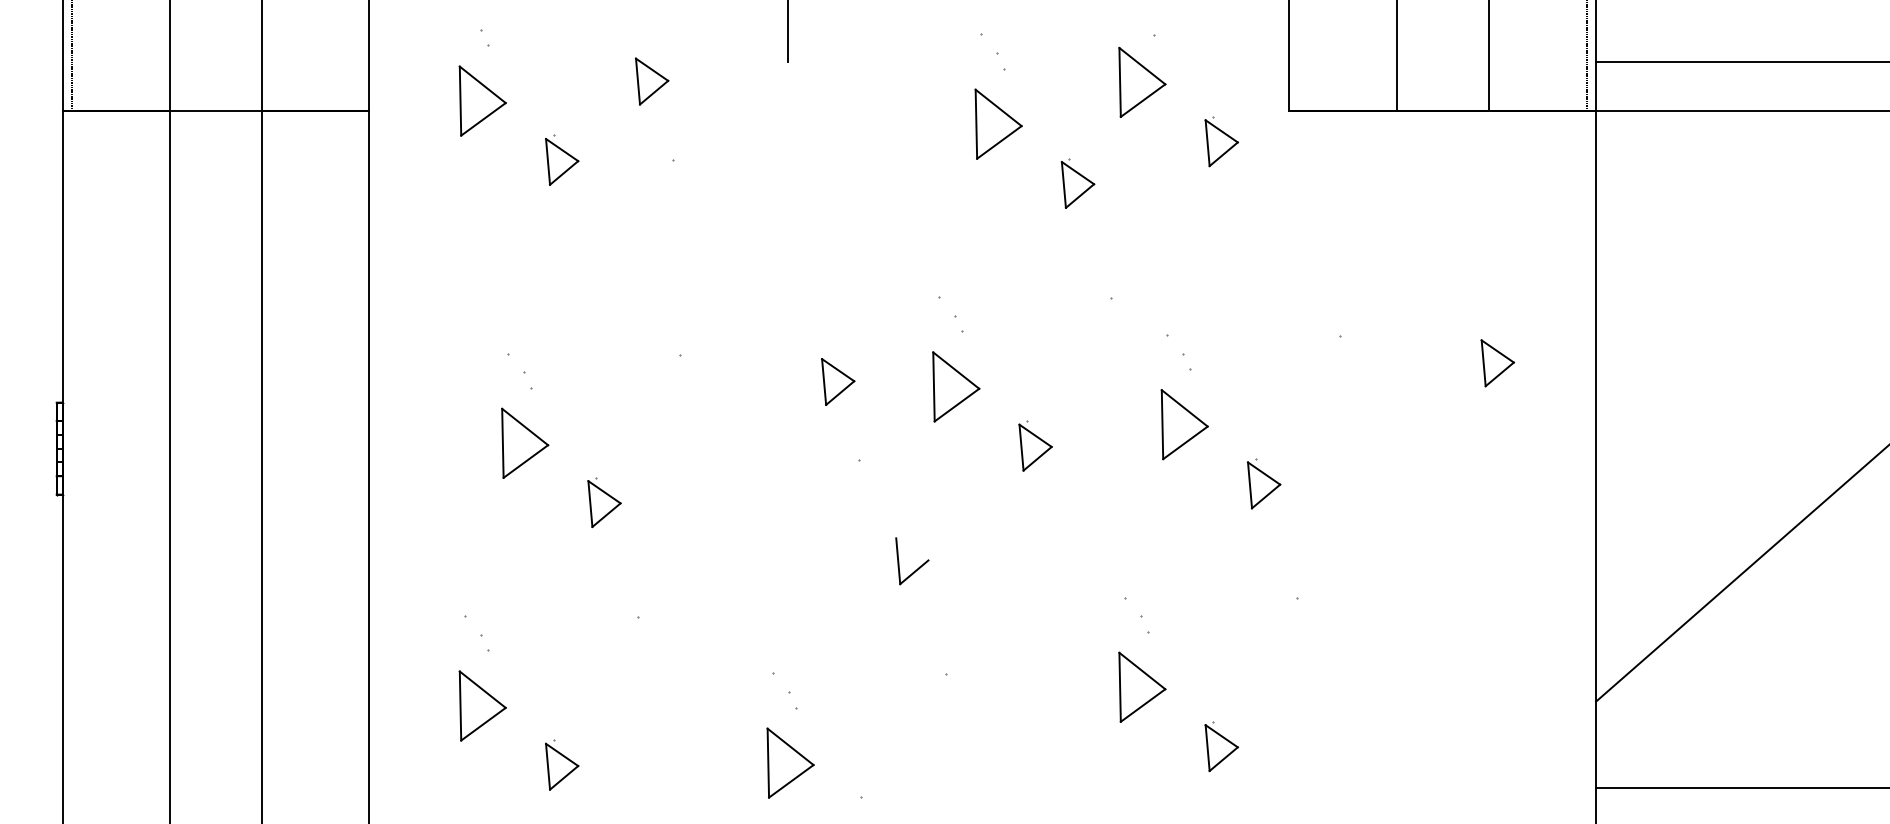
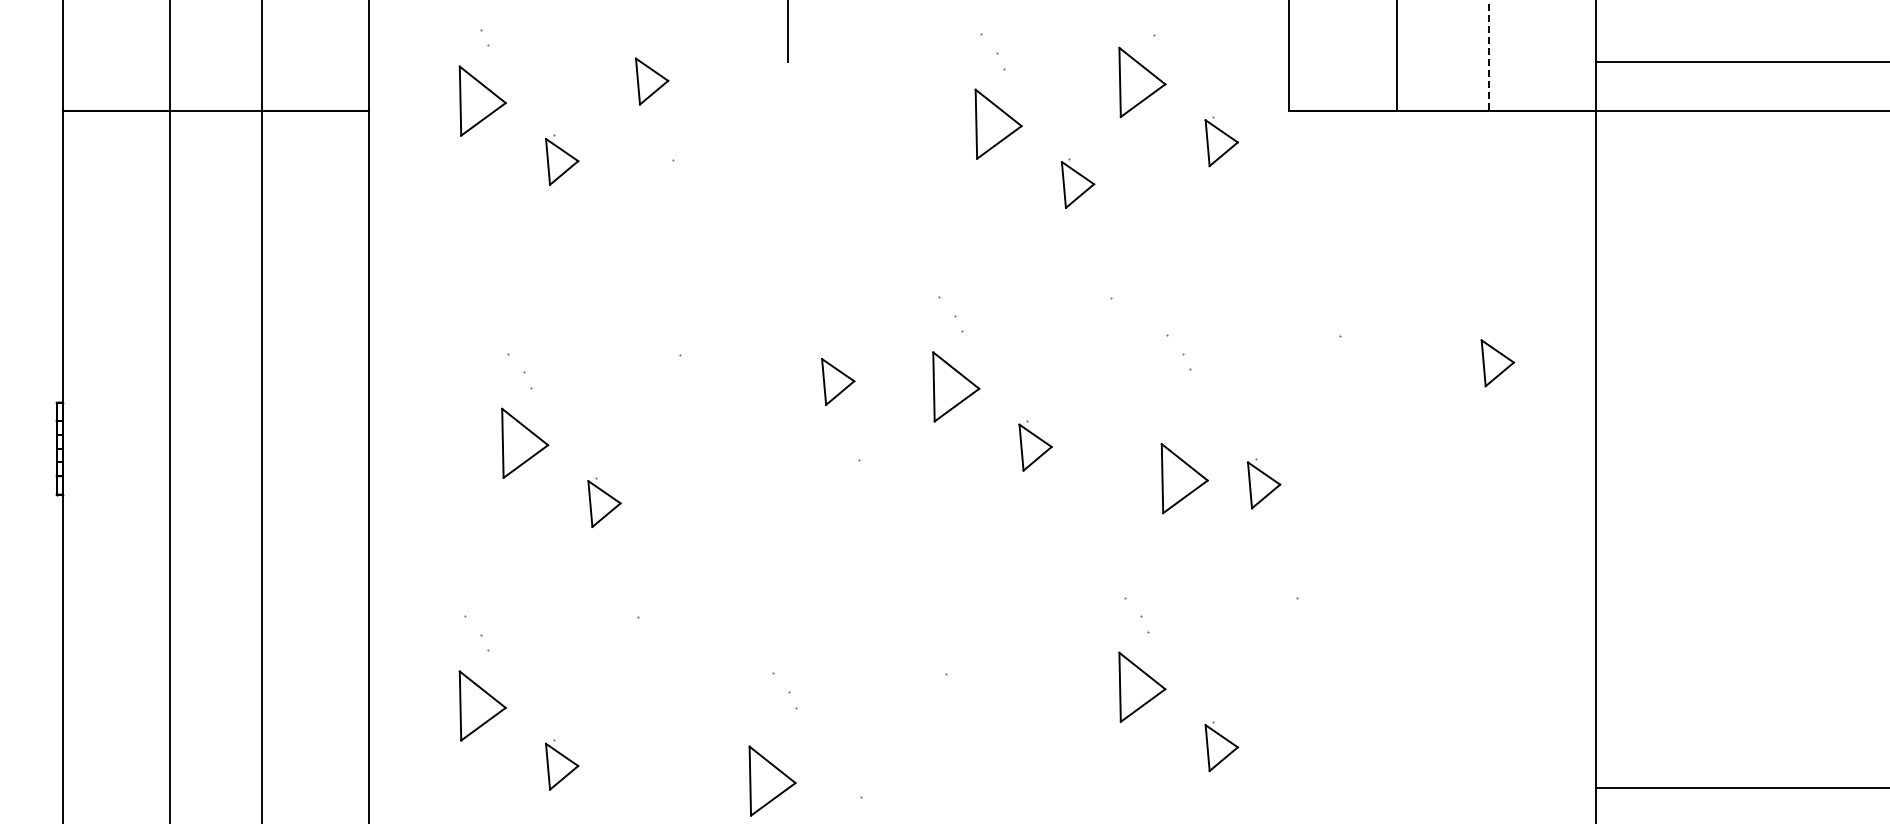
line at (72, 56): present -> none
line at (1488, 56): solid -> dashed
line at (1586, 56): present -> none
part at (1184, 424) position: (1184, 424) -> (1184, 478)
part at (918, 567): present -> none
line at (1741, 574): present -> none
part at (790, 762) position: (790, 762) -> (772, 780)
